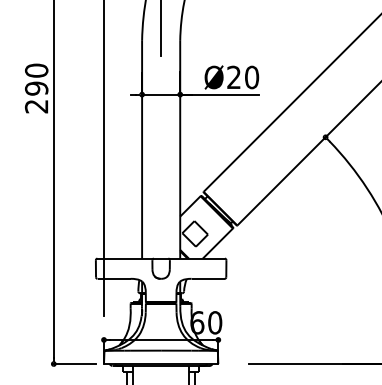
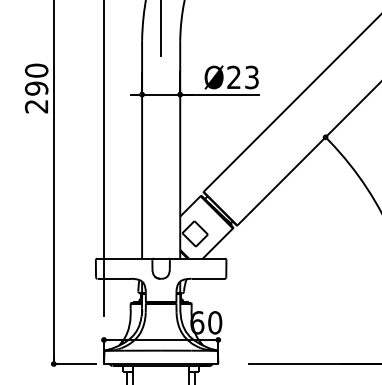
text at (252, 77): Ø20 -> Ø23
